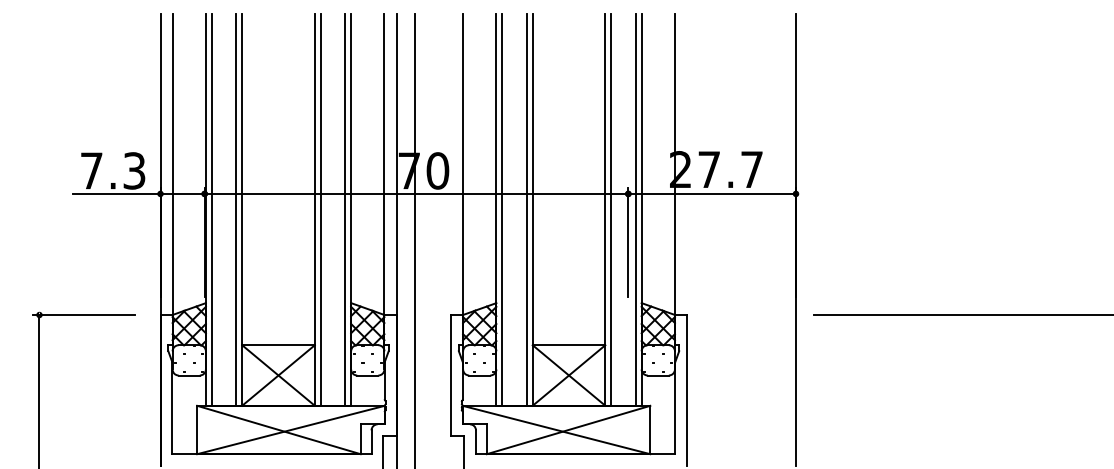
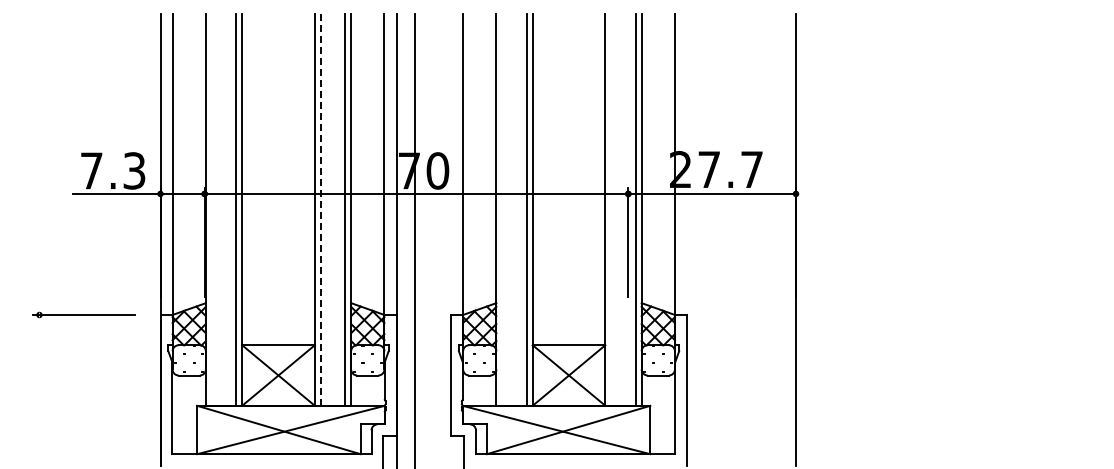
line at (211, 209): present -> none
line at (320, 209): solid -> dashed
line at (502, 209): present -> none
line at (611, 209): present -> none
line at (962, 314): present -> none
line at (39, 389): present -> none
